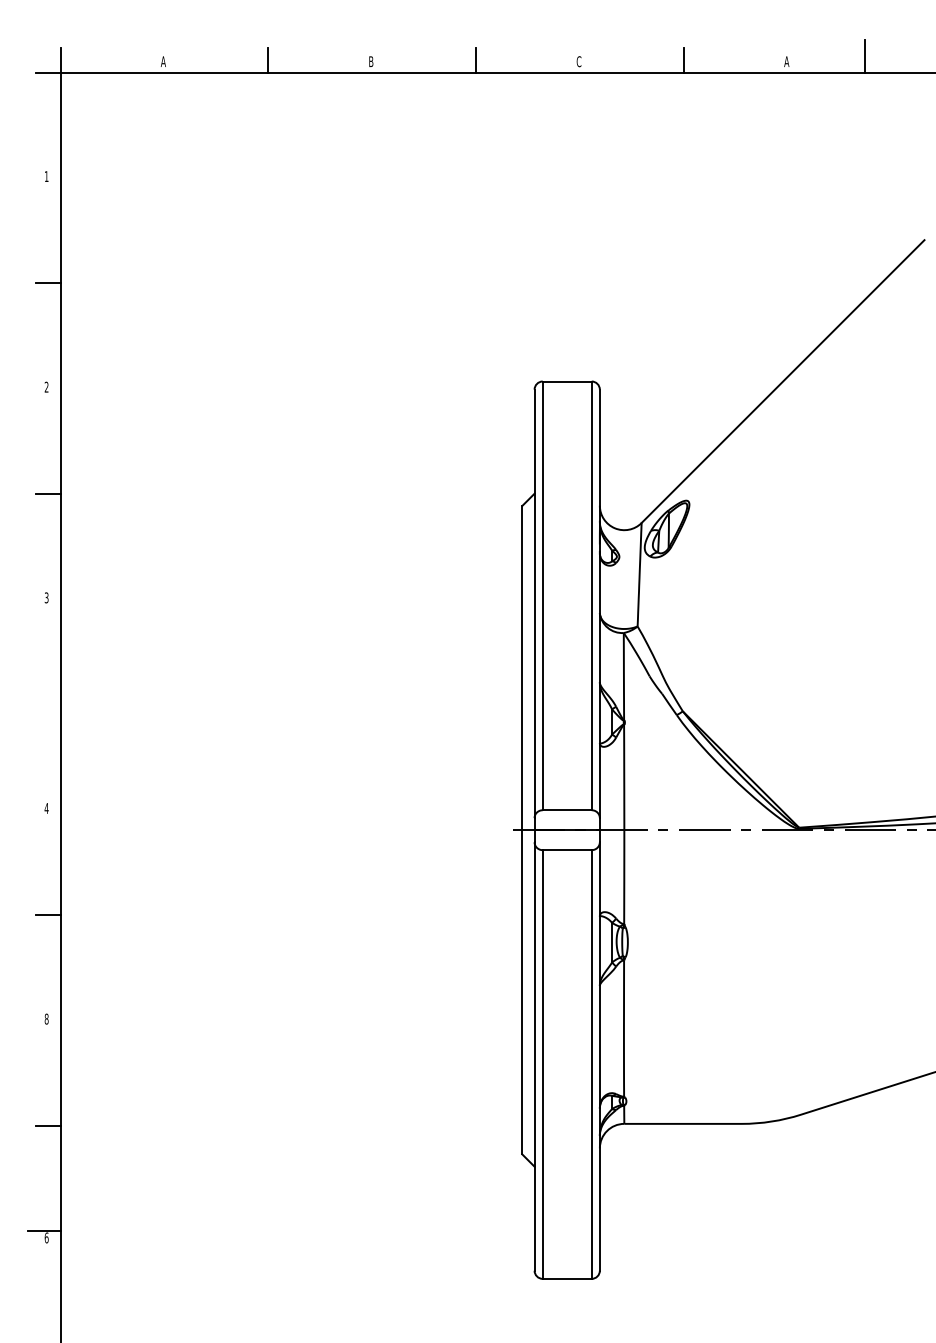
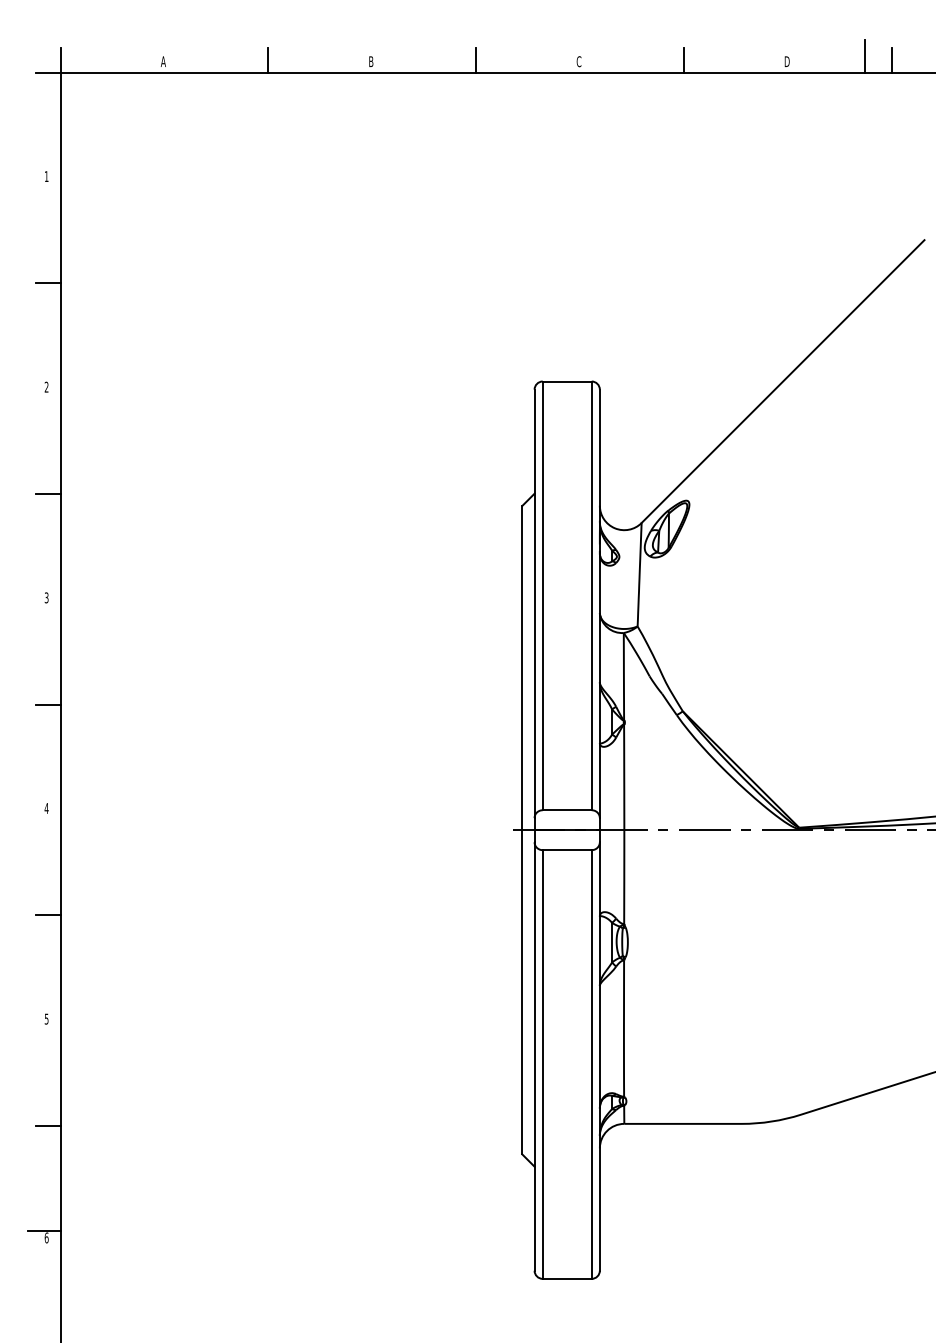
line at (891, 60): none -> present
text at (786, 61): A -> D
line at (48, 704): none -> present
text at (46, 1018): 8 -> 5
